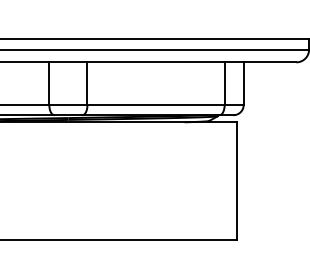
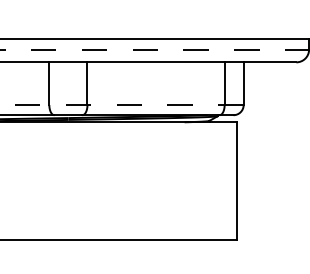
line at (155, 49): solid -> dashed
line at (121, 105): solid -> dashed
